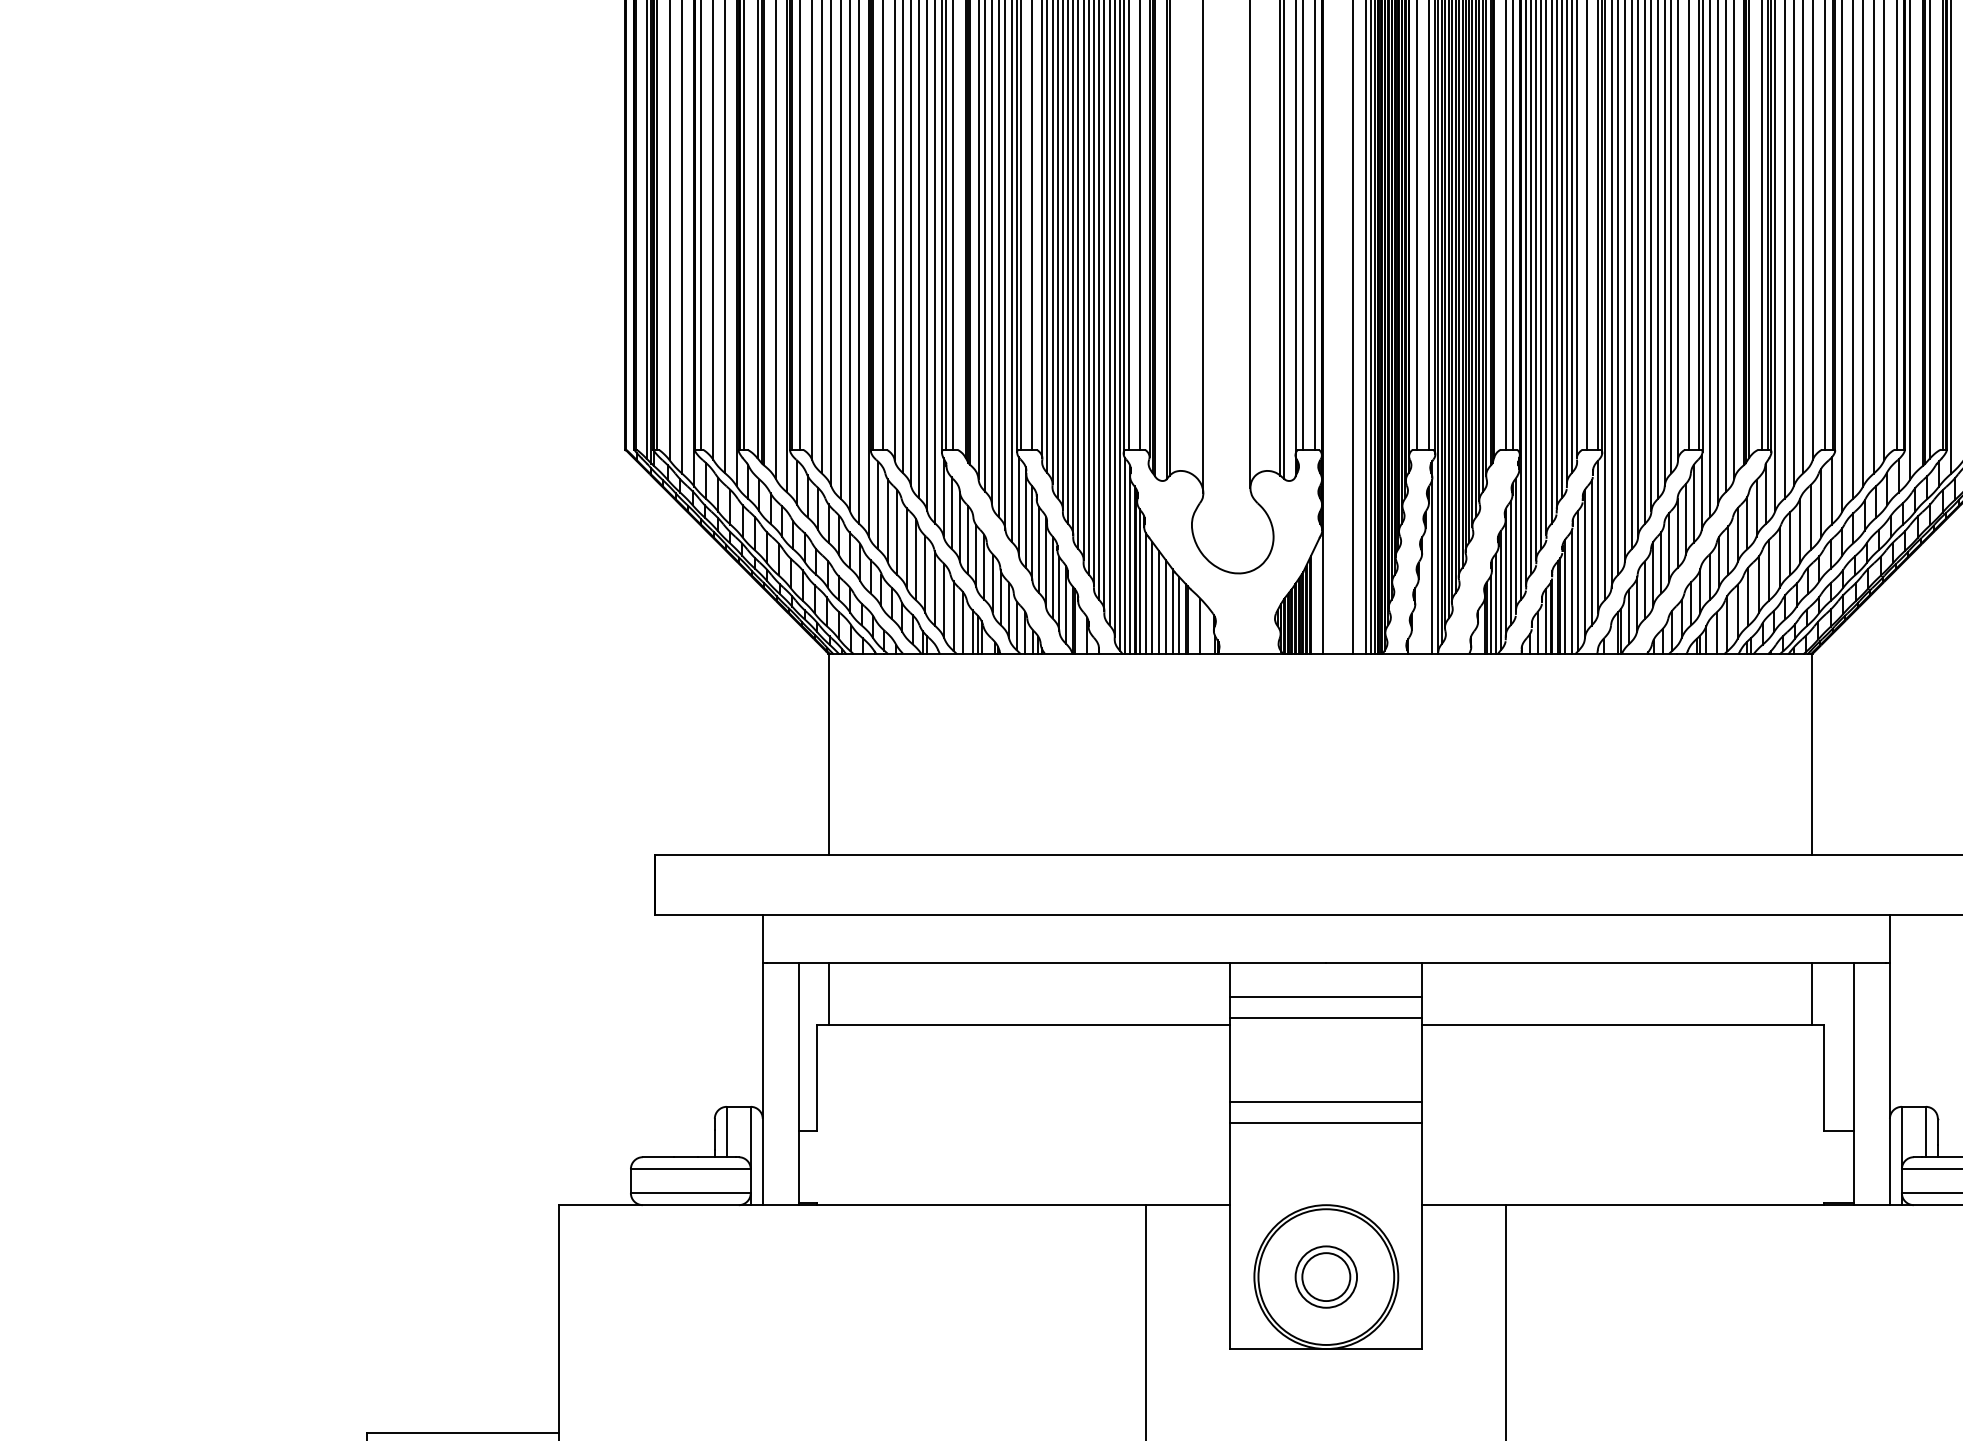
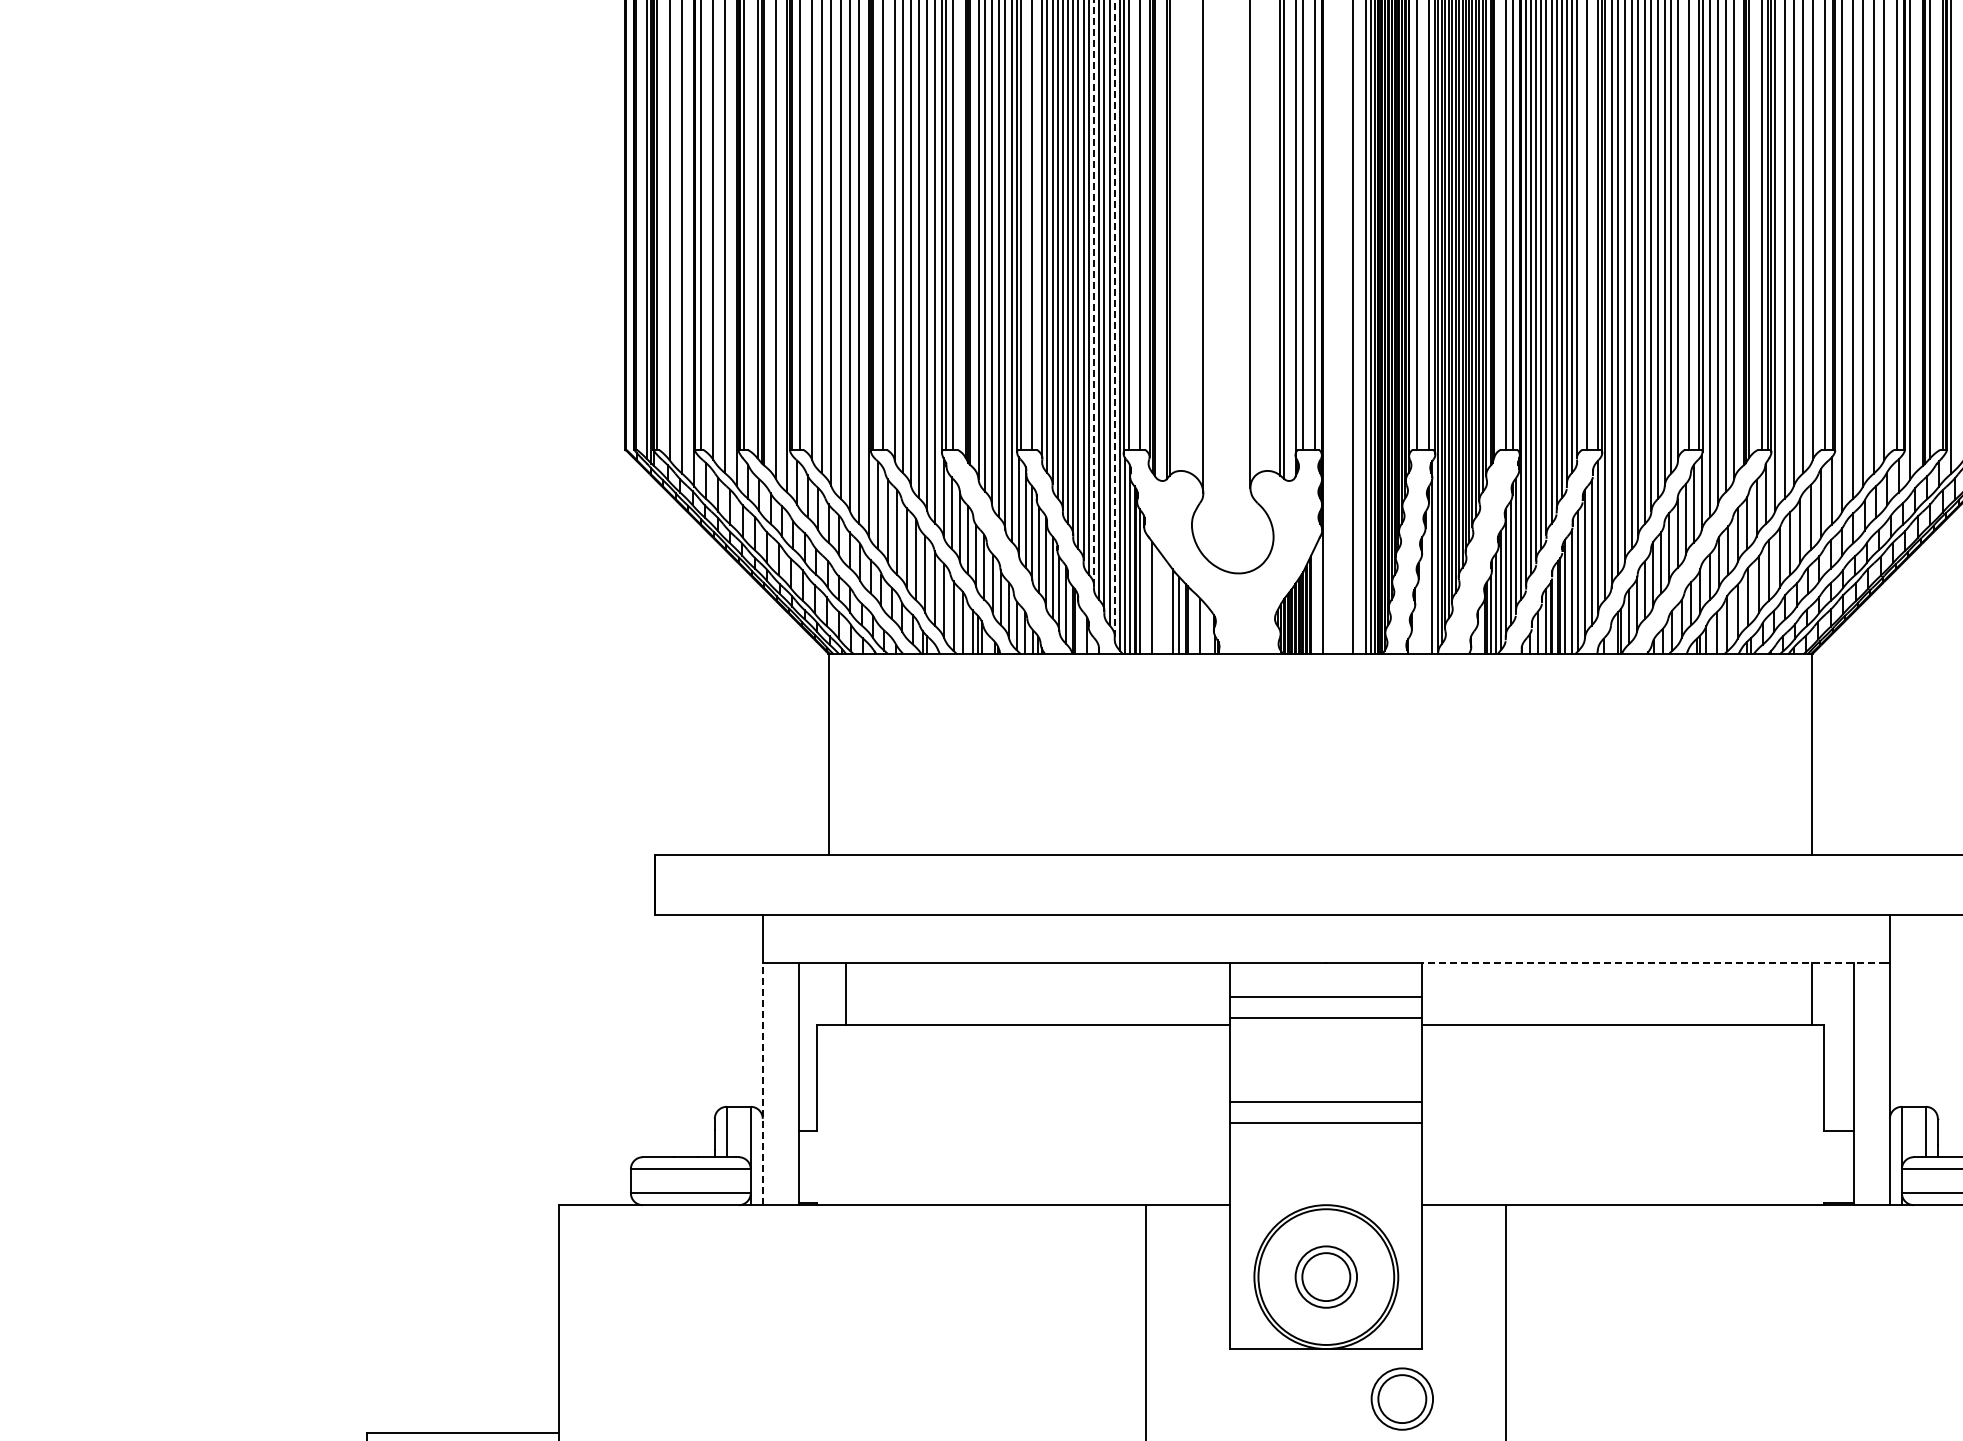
line at (1094, 292): solid -> dashed
line at (1114, 317): solid -> dashed
line at (1145, 592): present -> none
line at (1159, 602): present -> none
line at (1165, 606): present -> none
line at (1653, 962): solid -> dashed
line at (828, 993) position: (828, 993) -> (845, 993)
line at (762, 1083): solid -> dashed
part at (1401, 1398): none -> present
